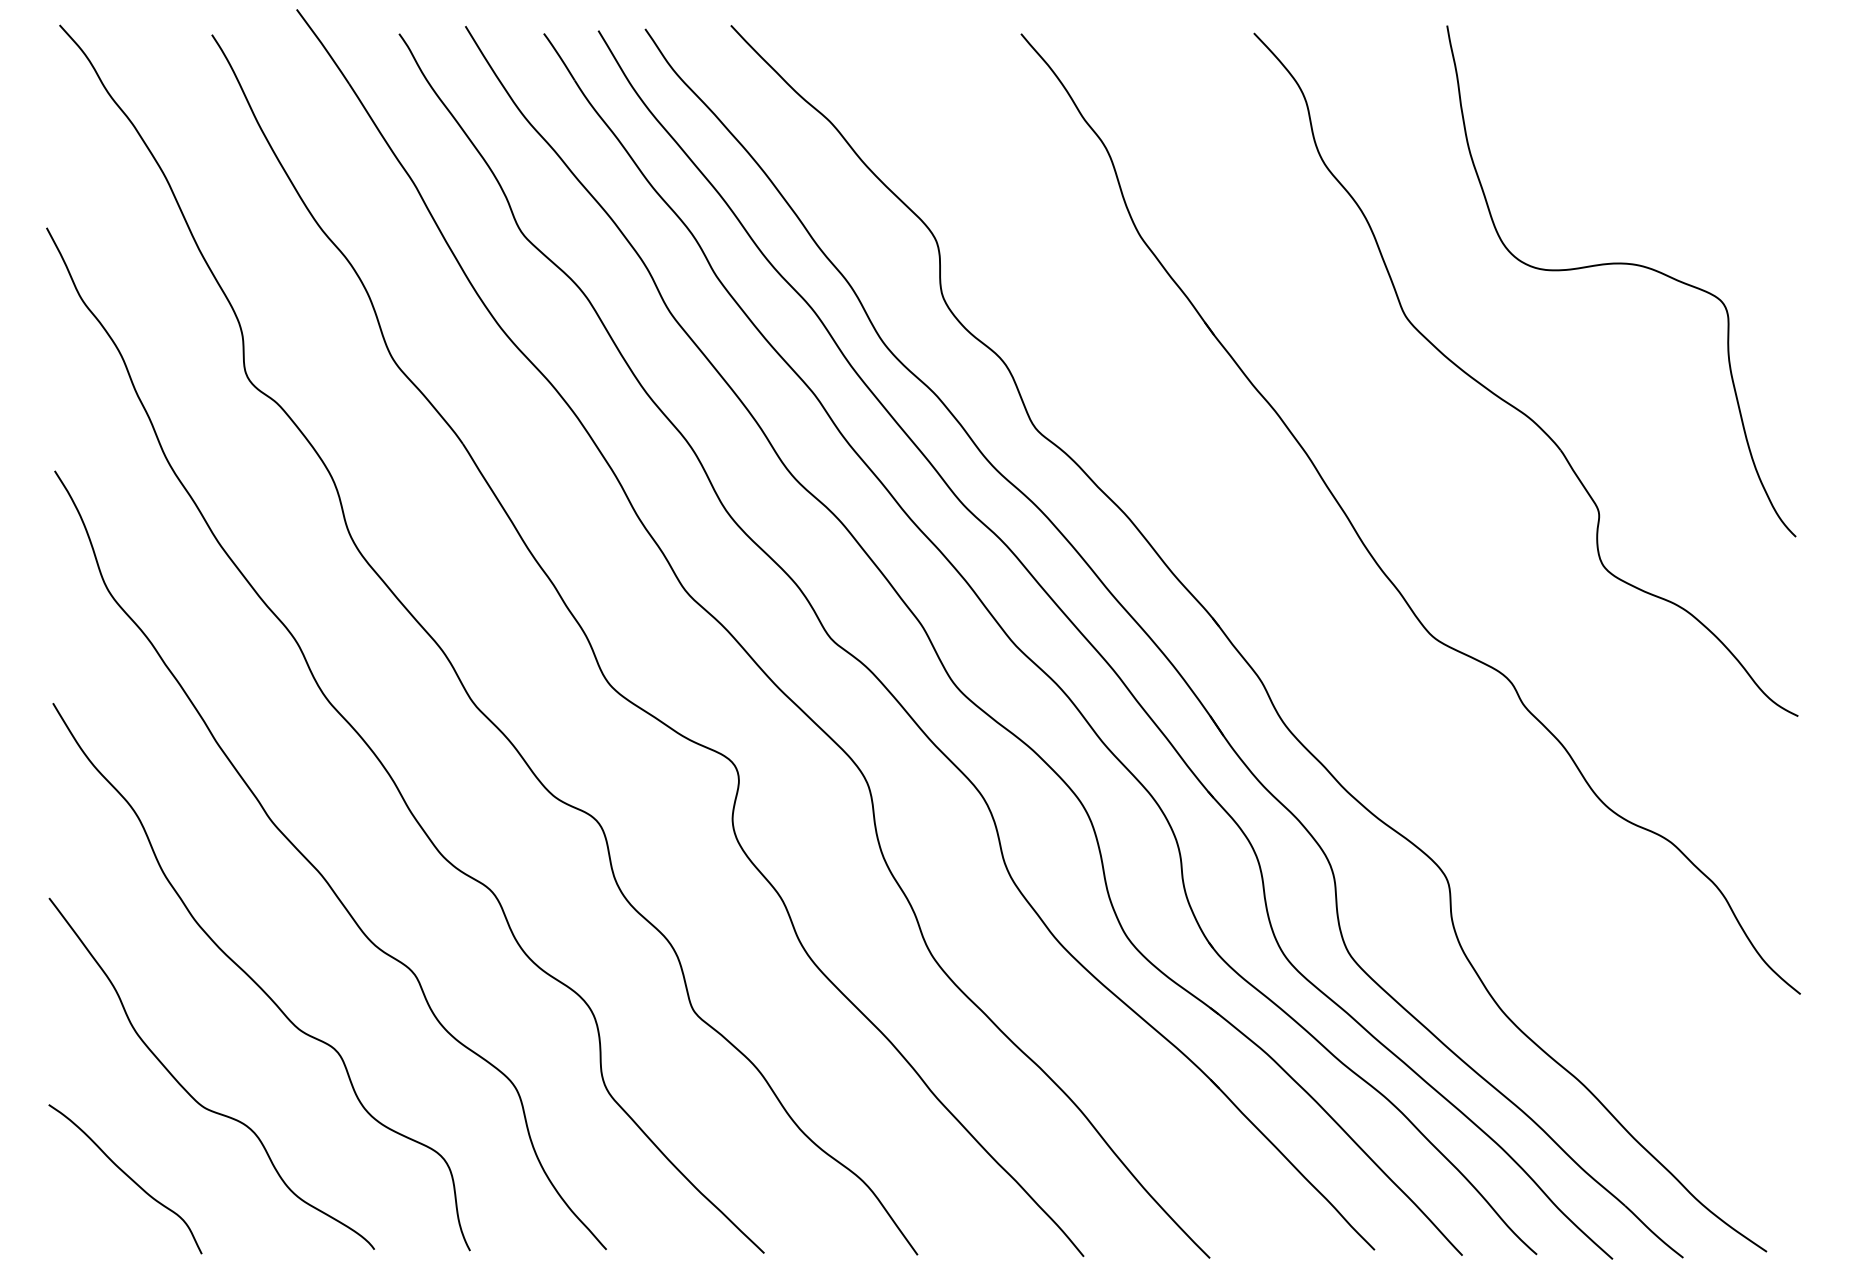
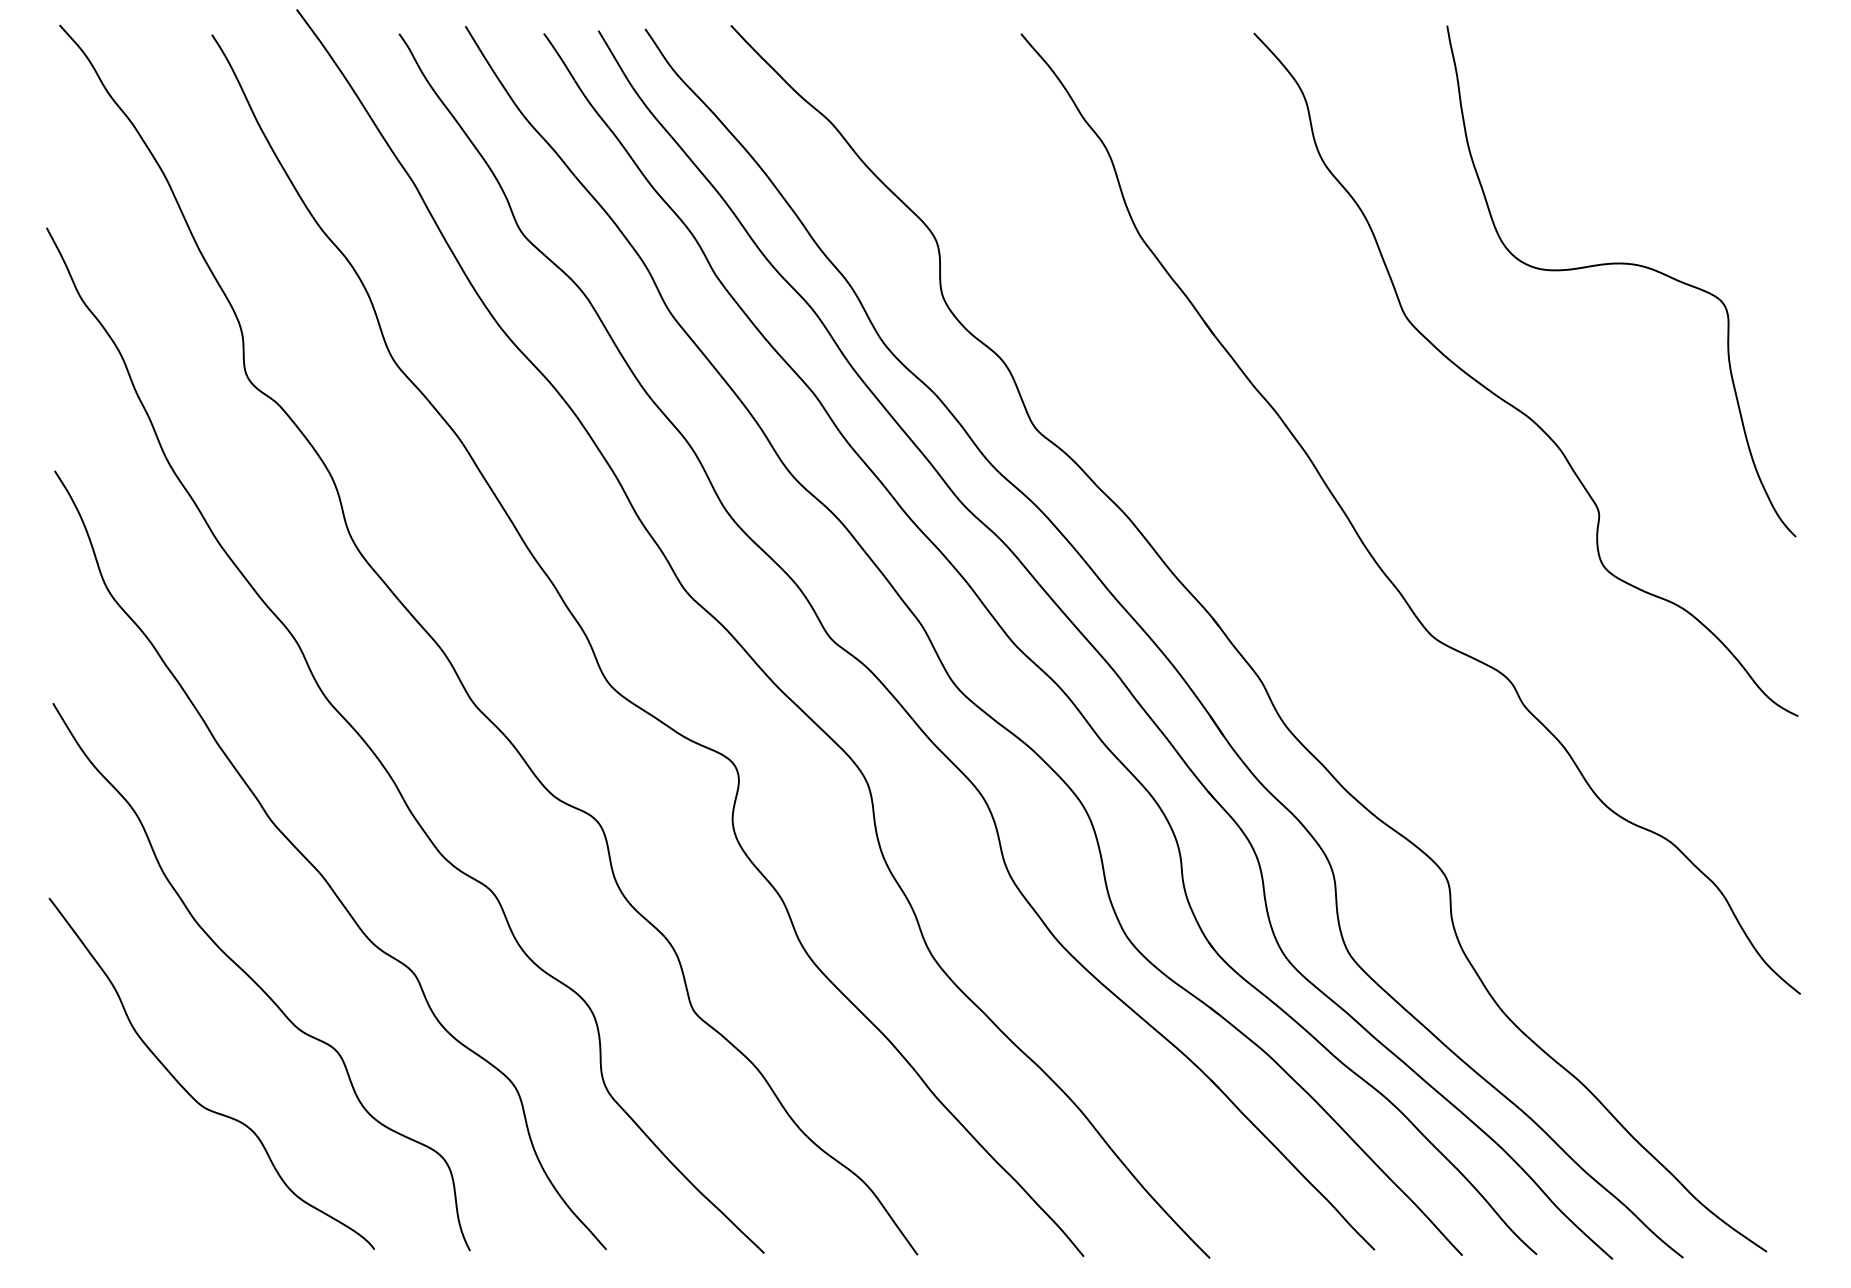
curve at (126, 1176): present -> none
